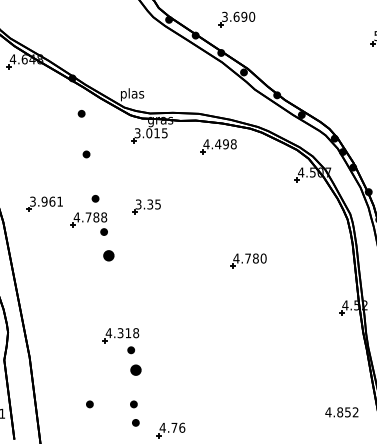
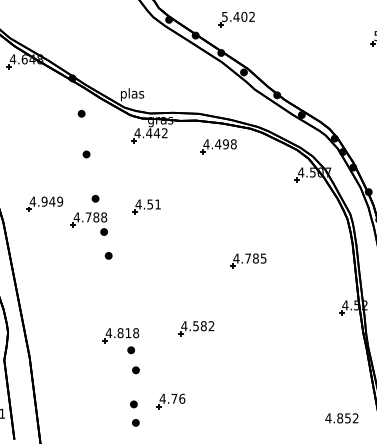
text at (238, 16): 3.690 -> 5.402
text at (150, 133): 3.015 -> 4.442
text at (46, 201): 3.961 -> 4.949
text at (147, 204): 3.35 -> 4.51
part at (108, 255) size: 12x12 px -> 9x8 px
text at (263, 258): 4.780 -> 4.785
part at (196, 328): none -> present
text at (120, 333): 4.318 -> 4.818
part at (135, 369) size: 12x12 px -> 8x9 px
part at (89, 404): present -> none
text at (341, 412) position: (341, 412) -> (341, 418)
part at (170, 430) position: (170, 430) -> (170, 401)
